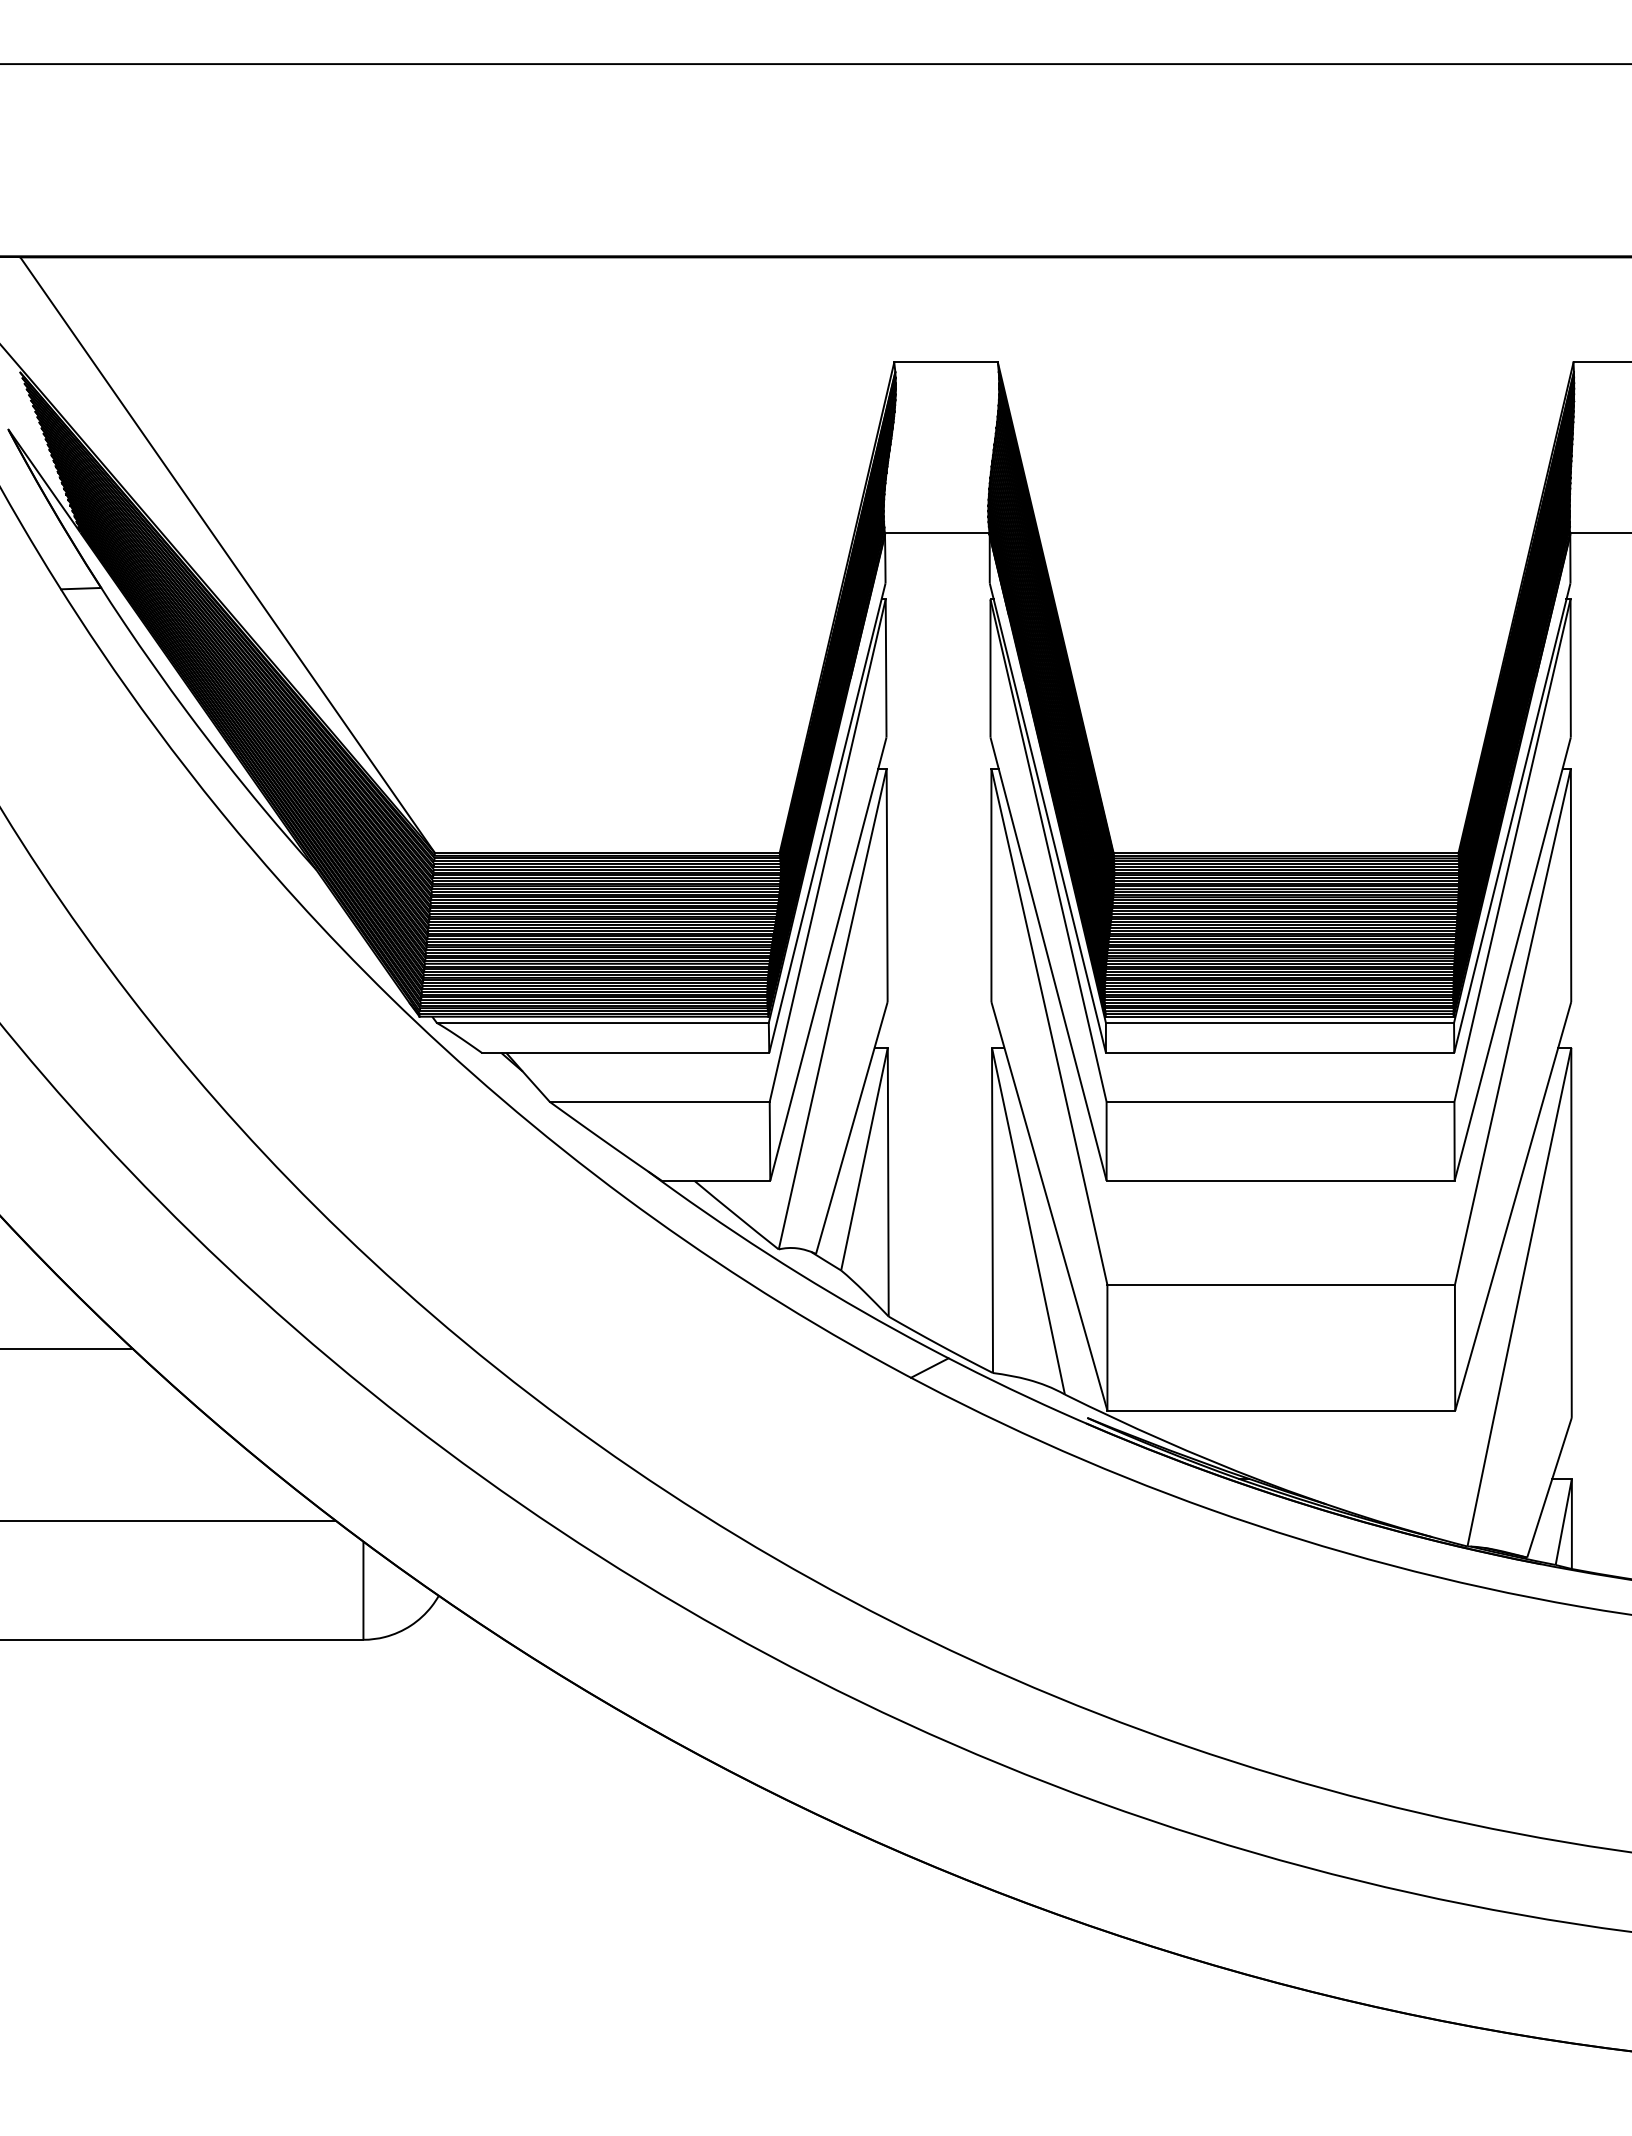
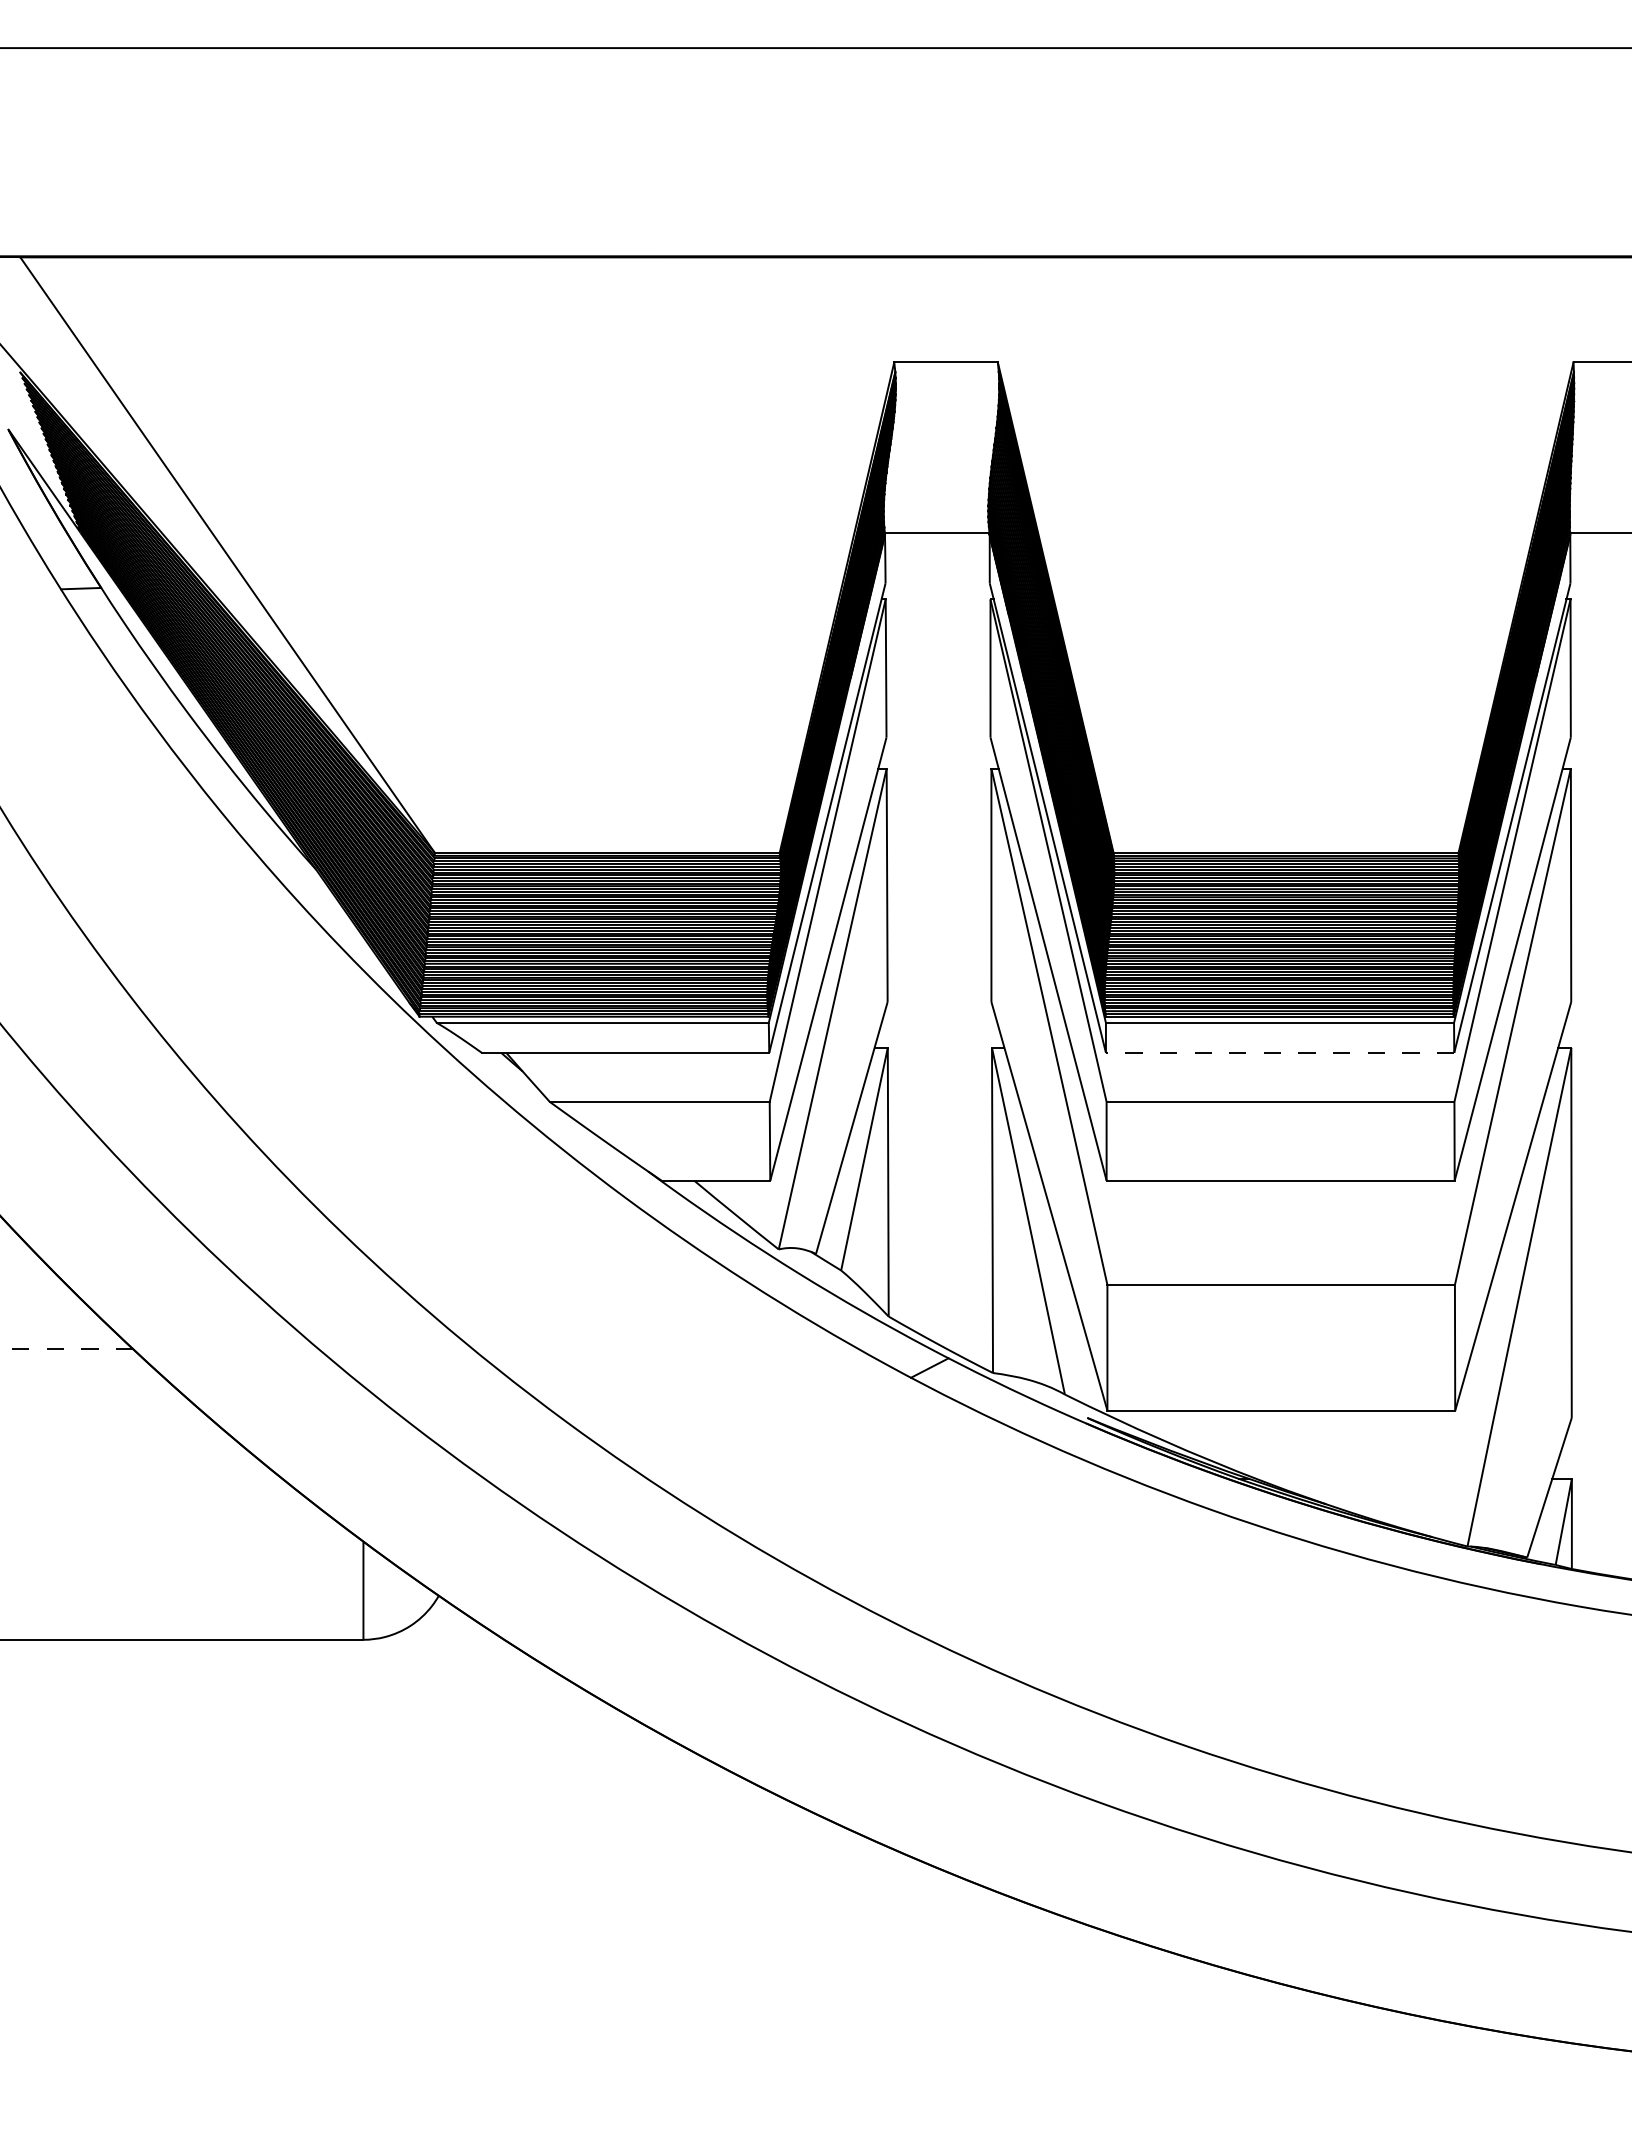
line at (815, 64) position: (815, 64) -> (815, 48)
line at (1279, 1052): solid -> dashed
line at (66, 1349): solid -> dashed
line at (169, 1520): present -> none
